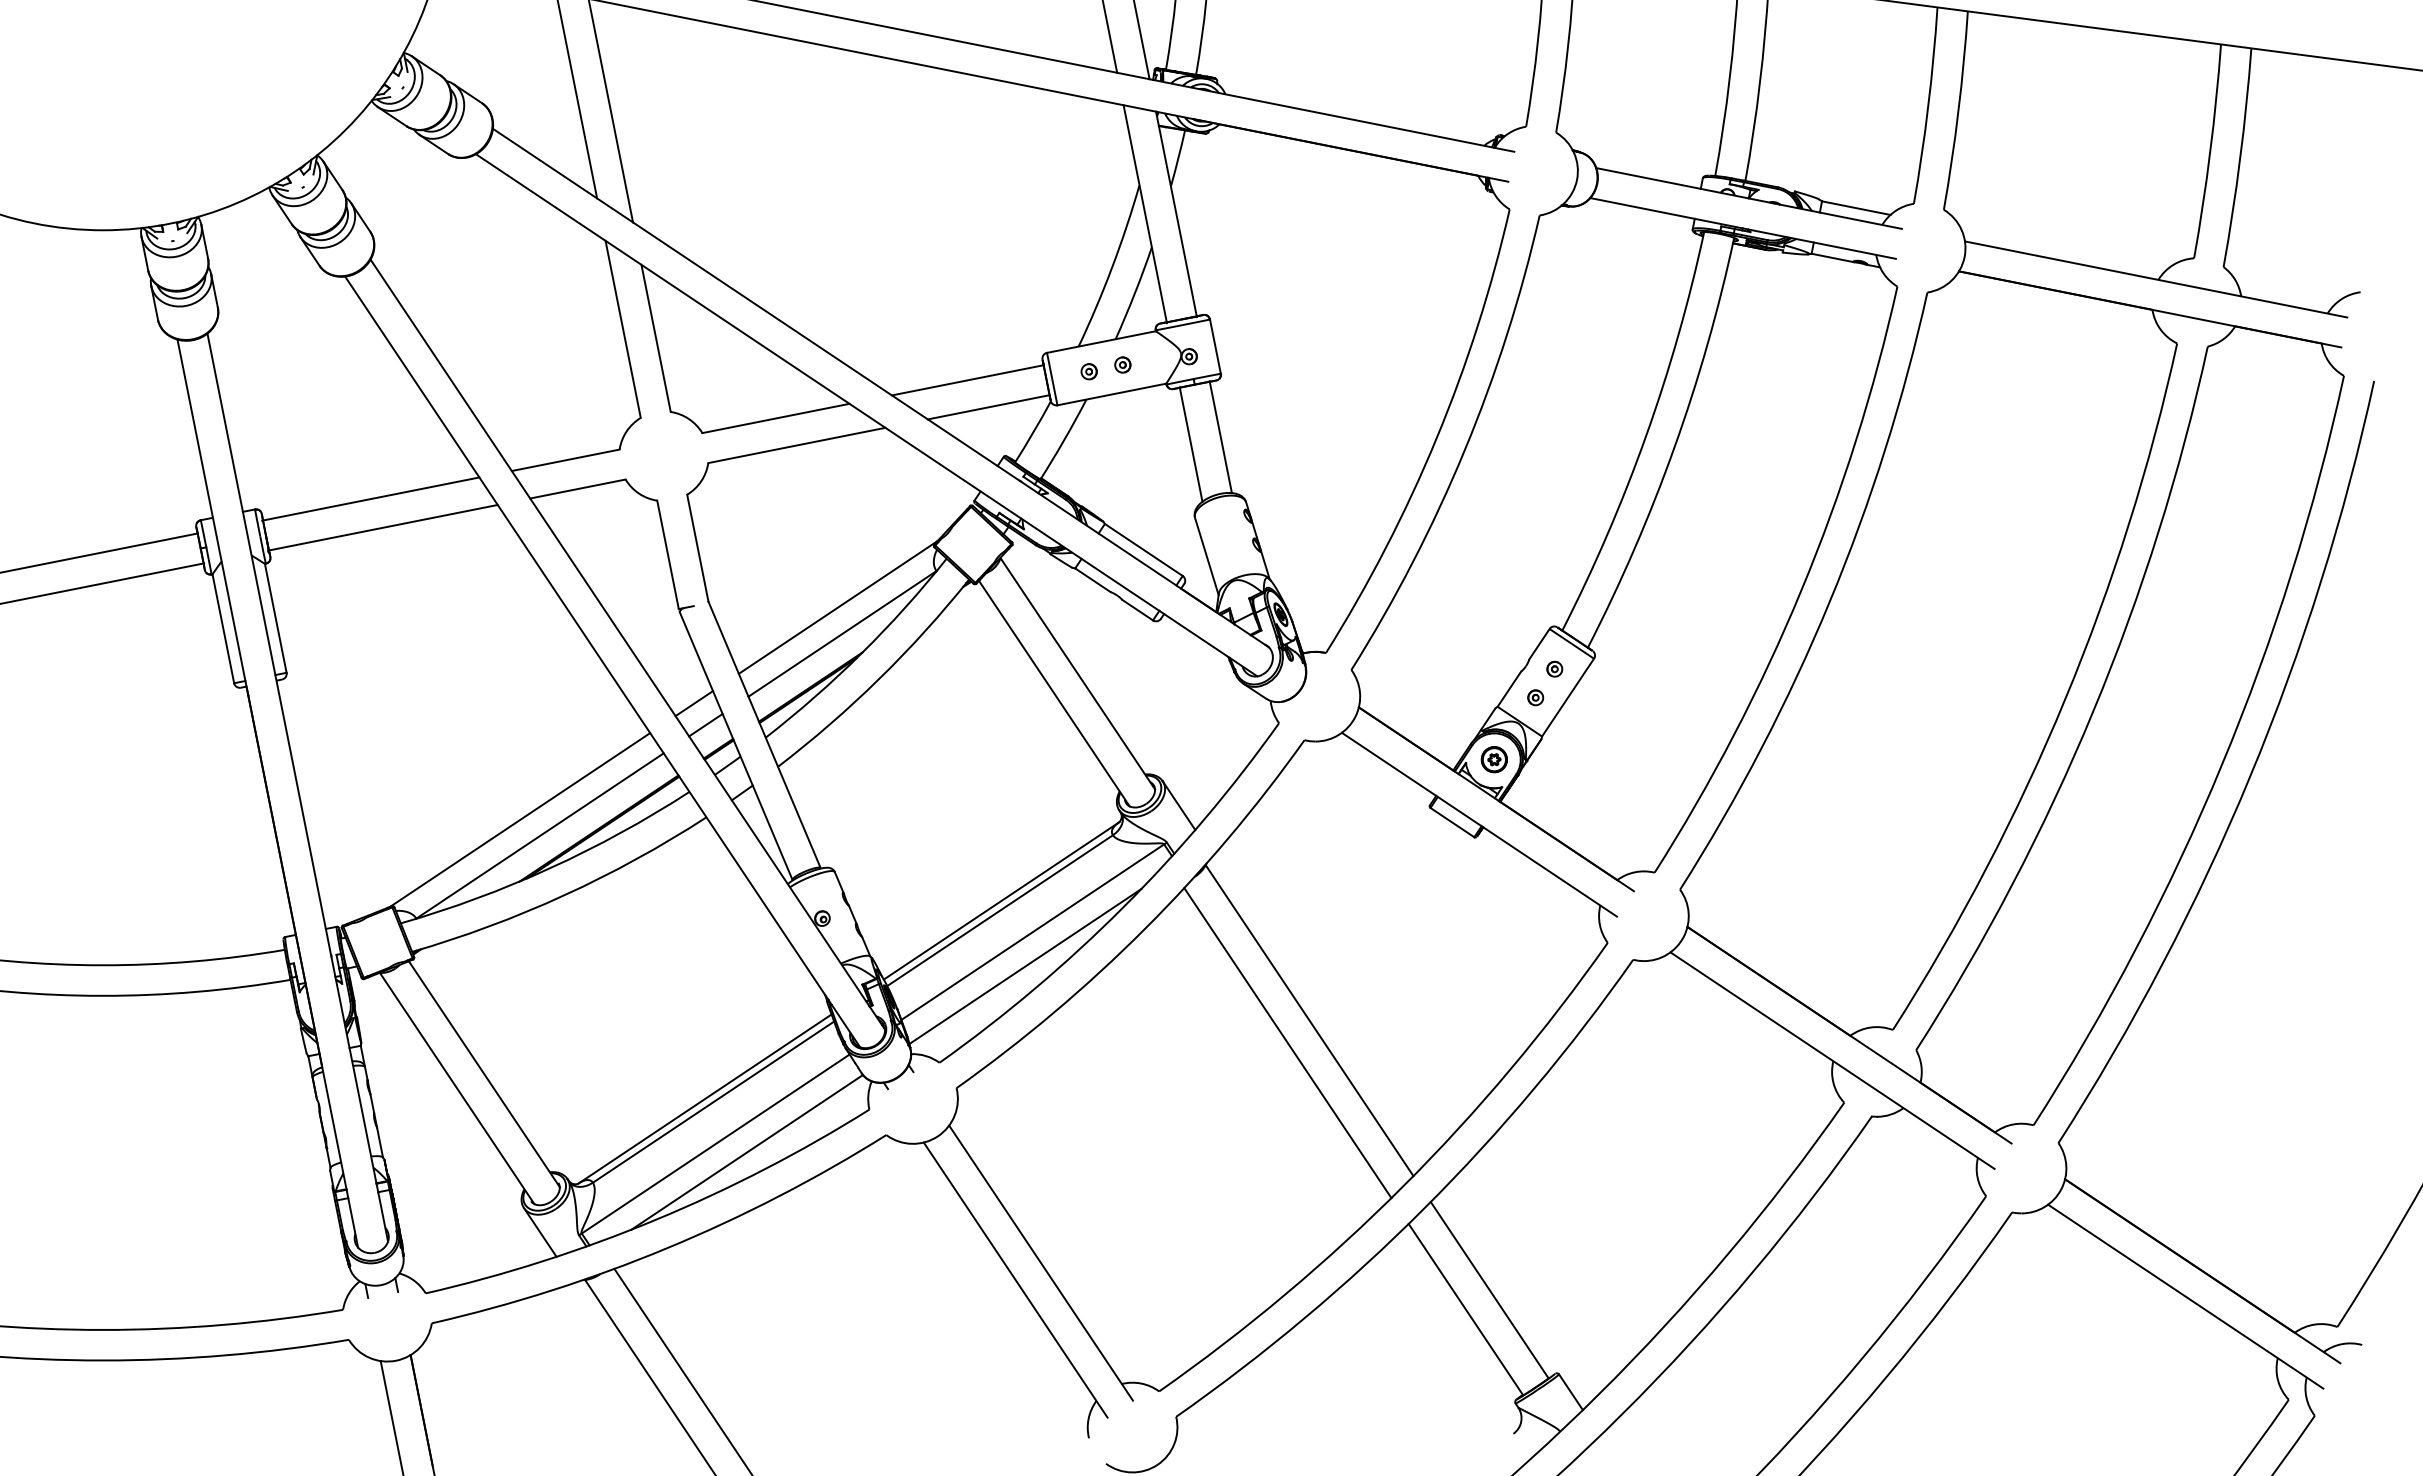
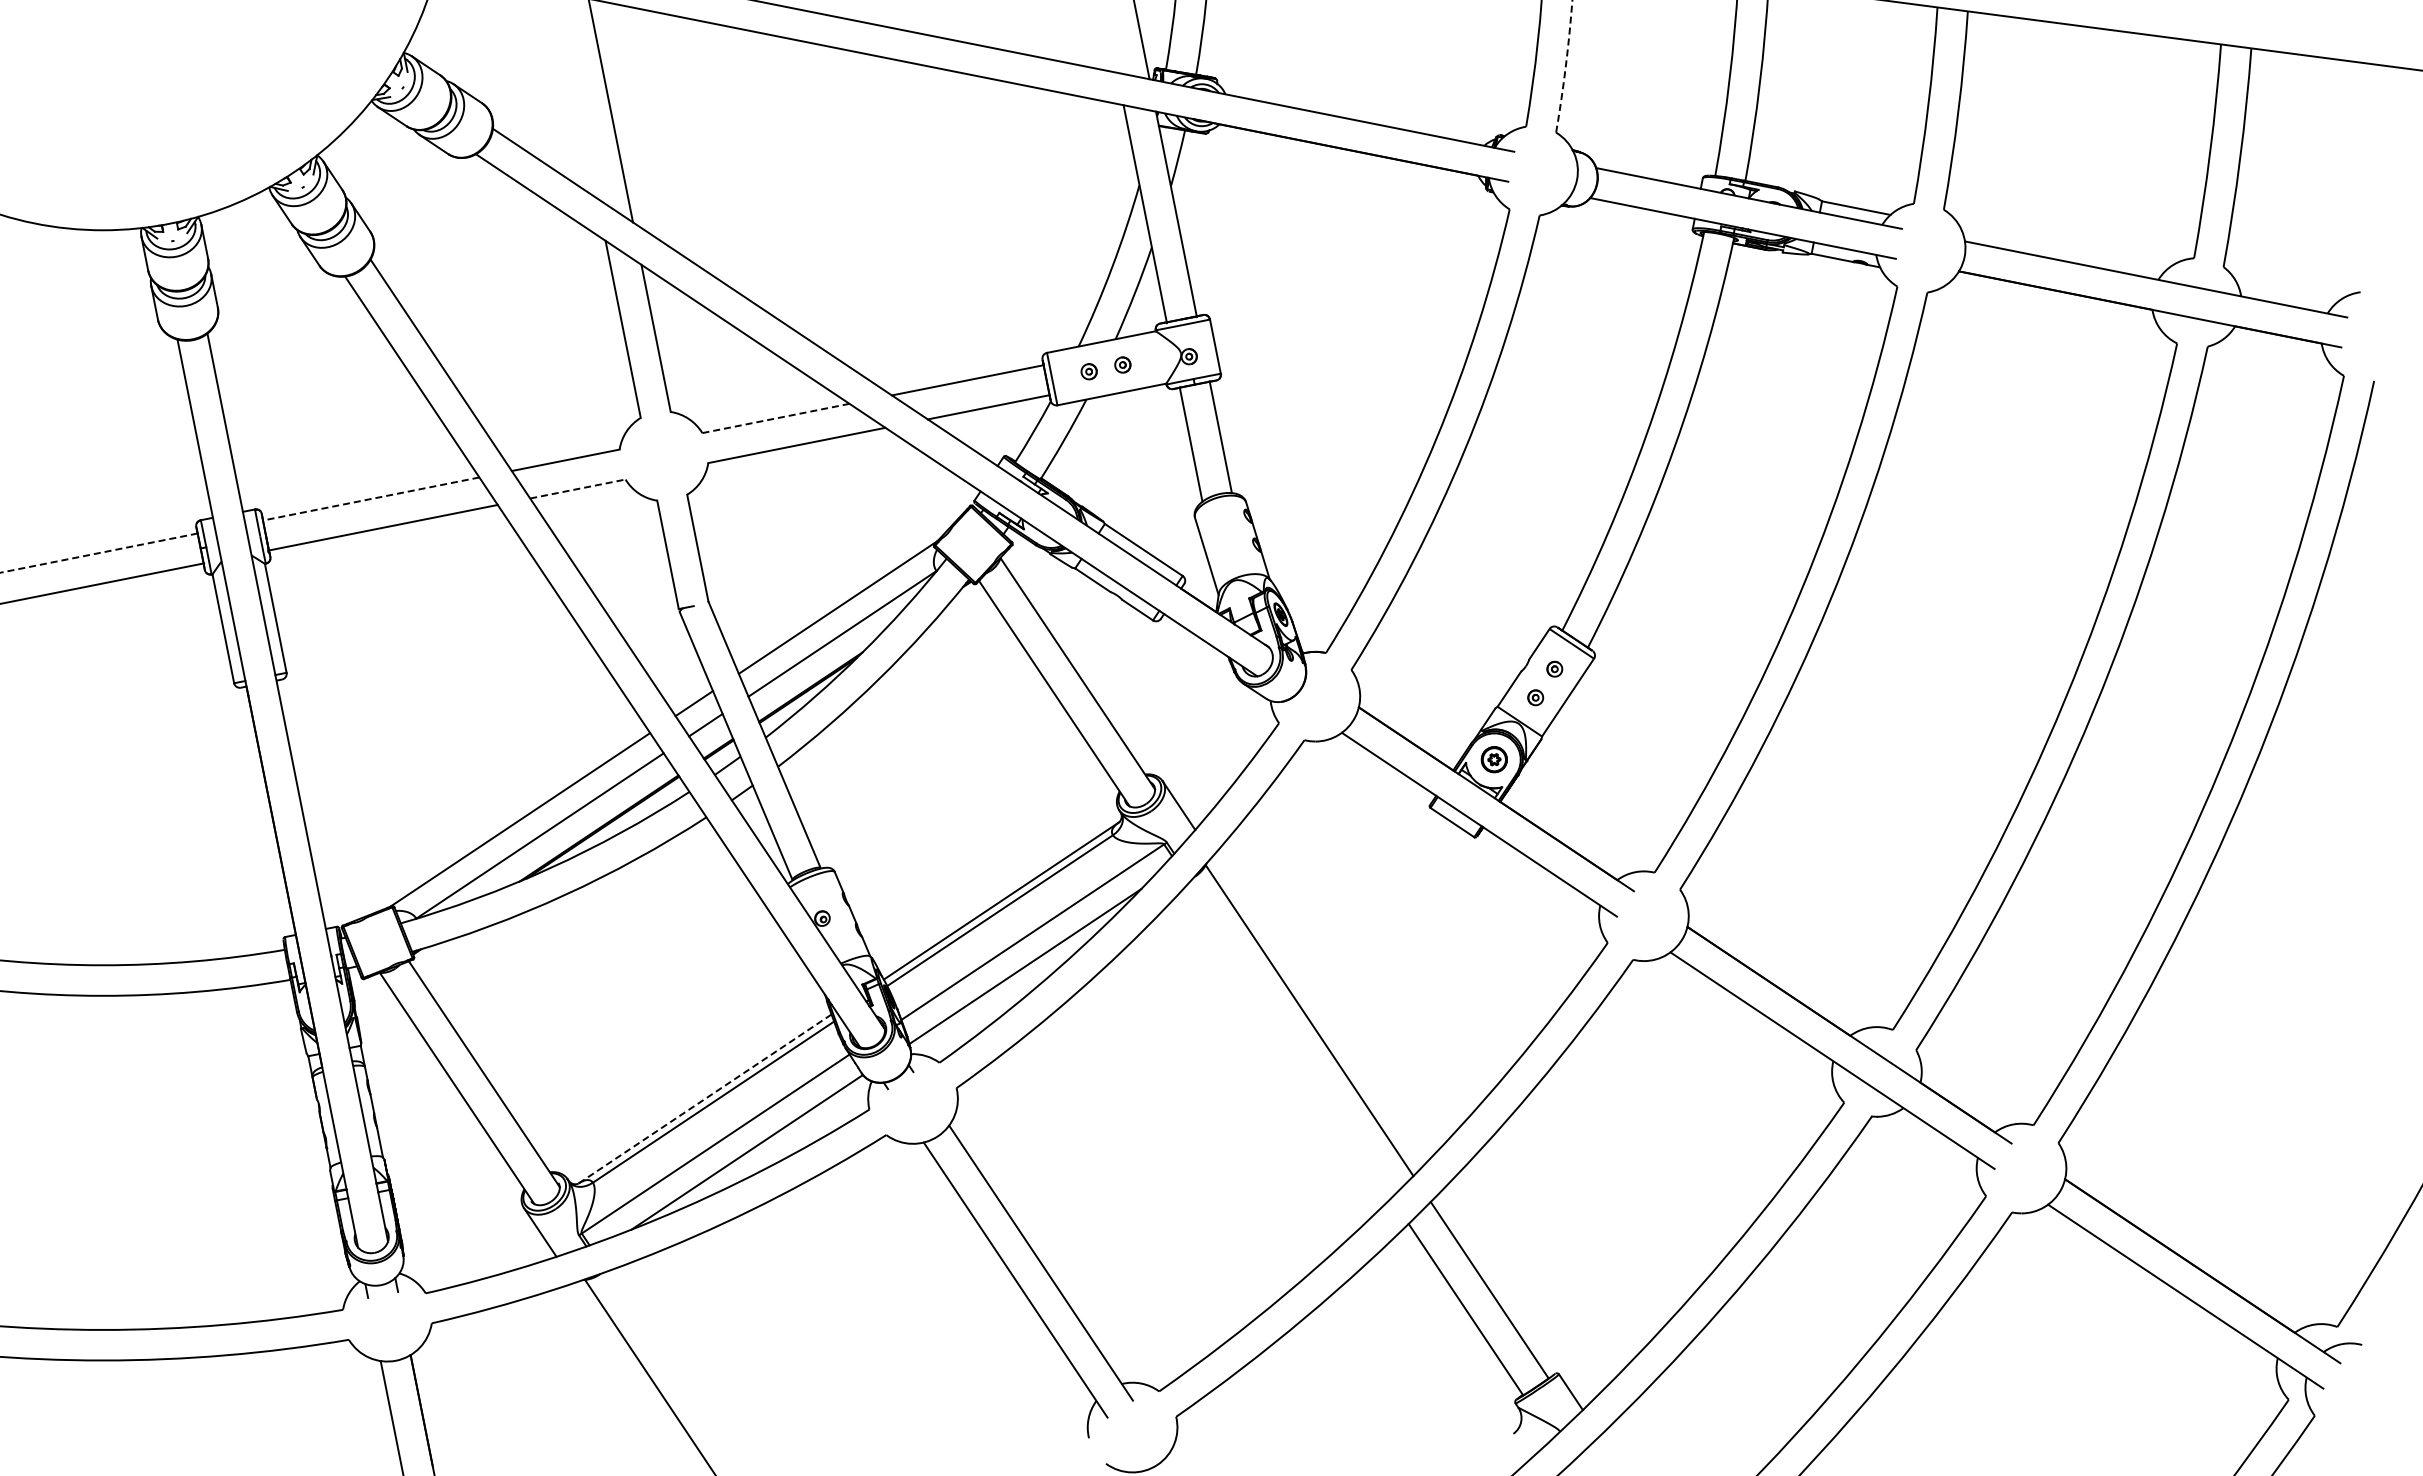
line at (1110, 37): present -> none
arc at (1565, 66): solid -> dashed
line at (577, 100): present -> none
line at (775, 418): solid -> dashed
line at (577, 489): solid -> dashed
line at (370, 499): solid -> dashed
line at (98, 553): solid -> dashed
line at (1287, 1043): present -> none
line at (704, 1099): solid -> dashed
line at (682, 1370): present -> none
